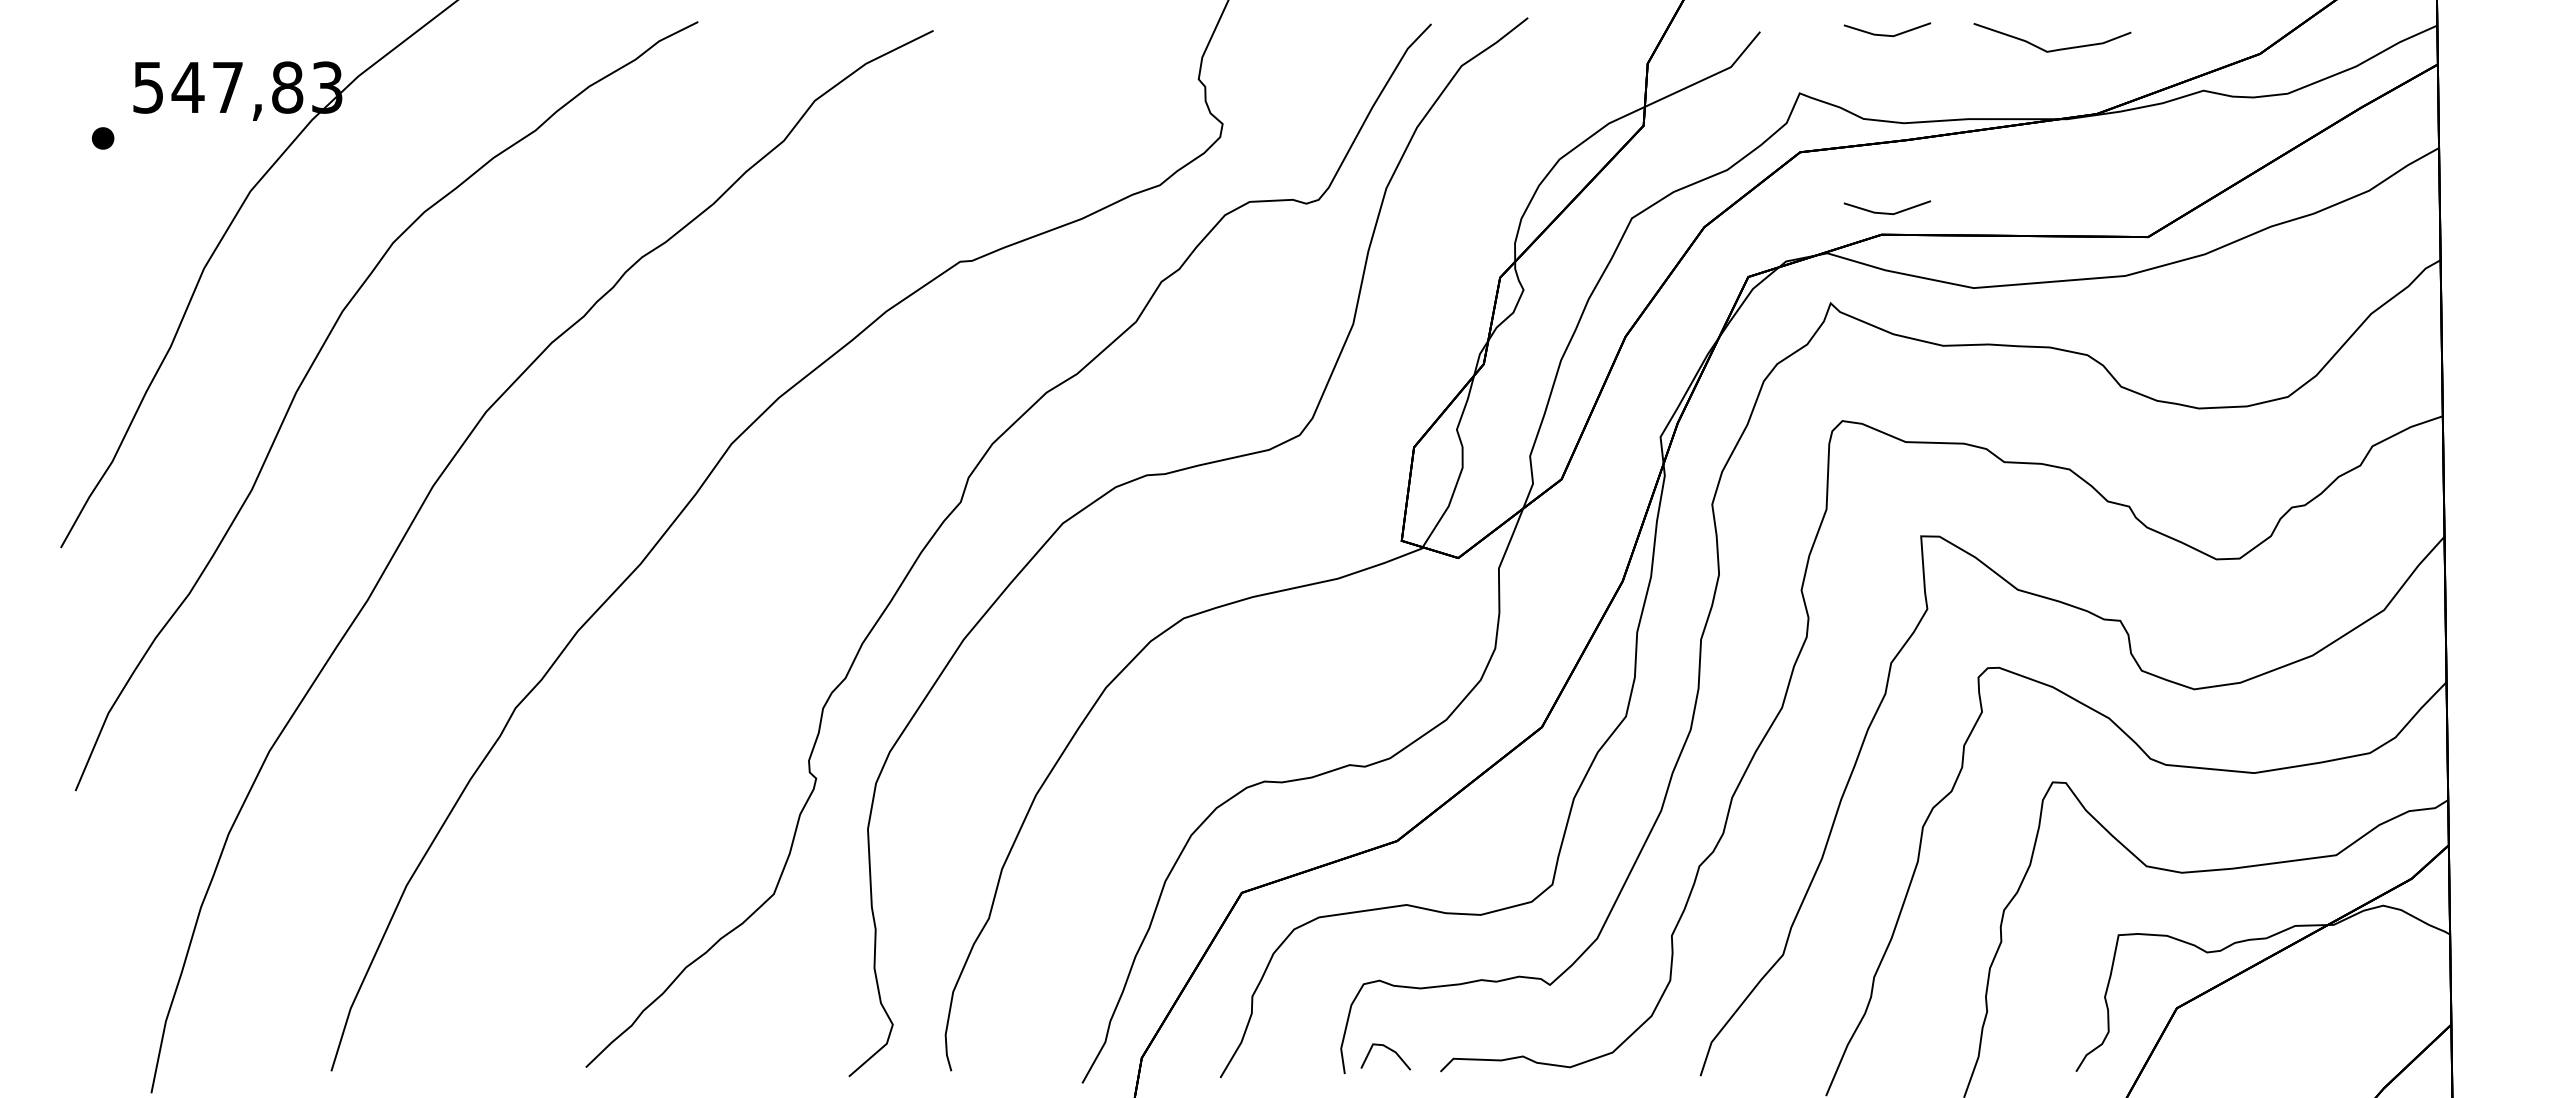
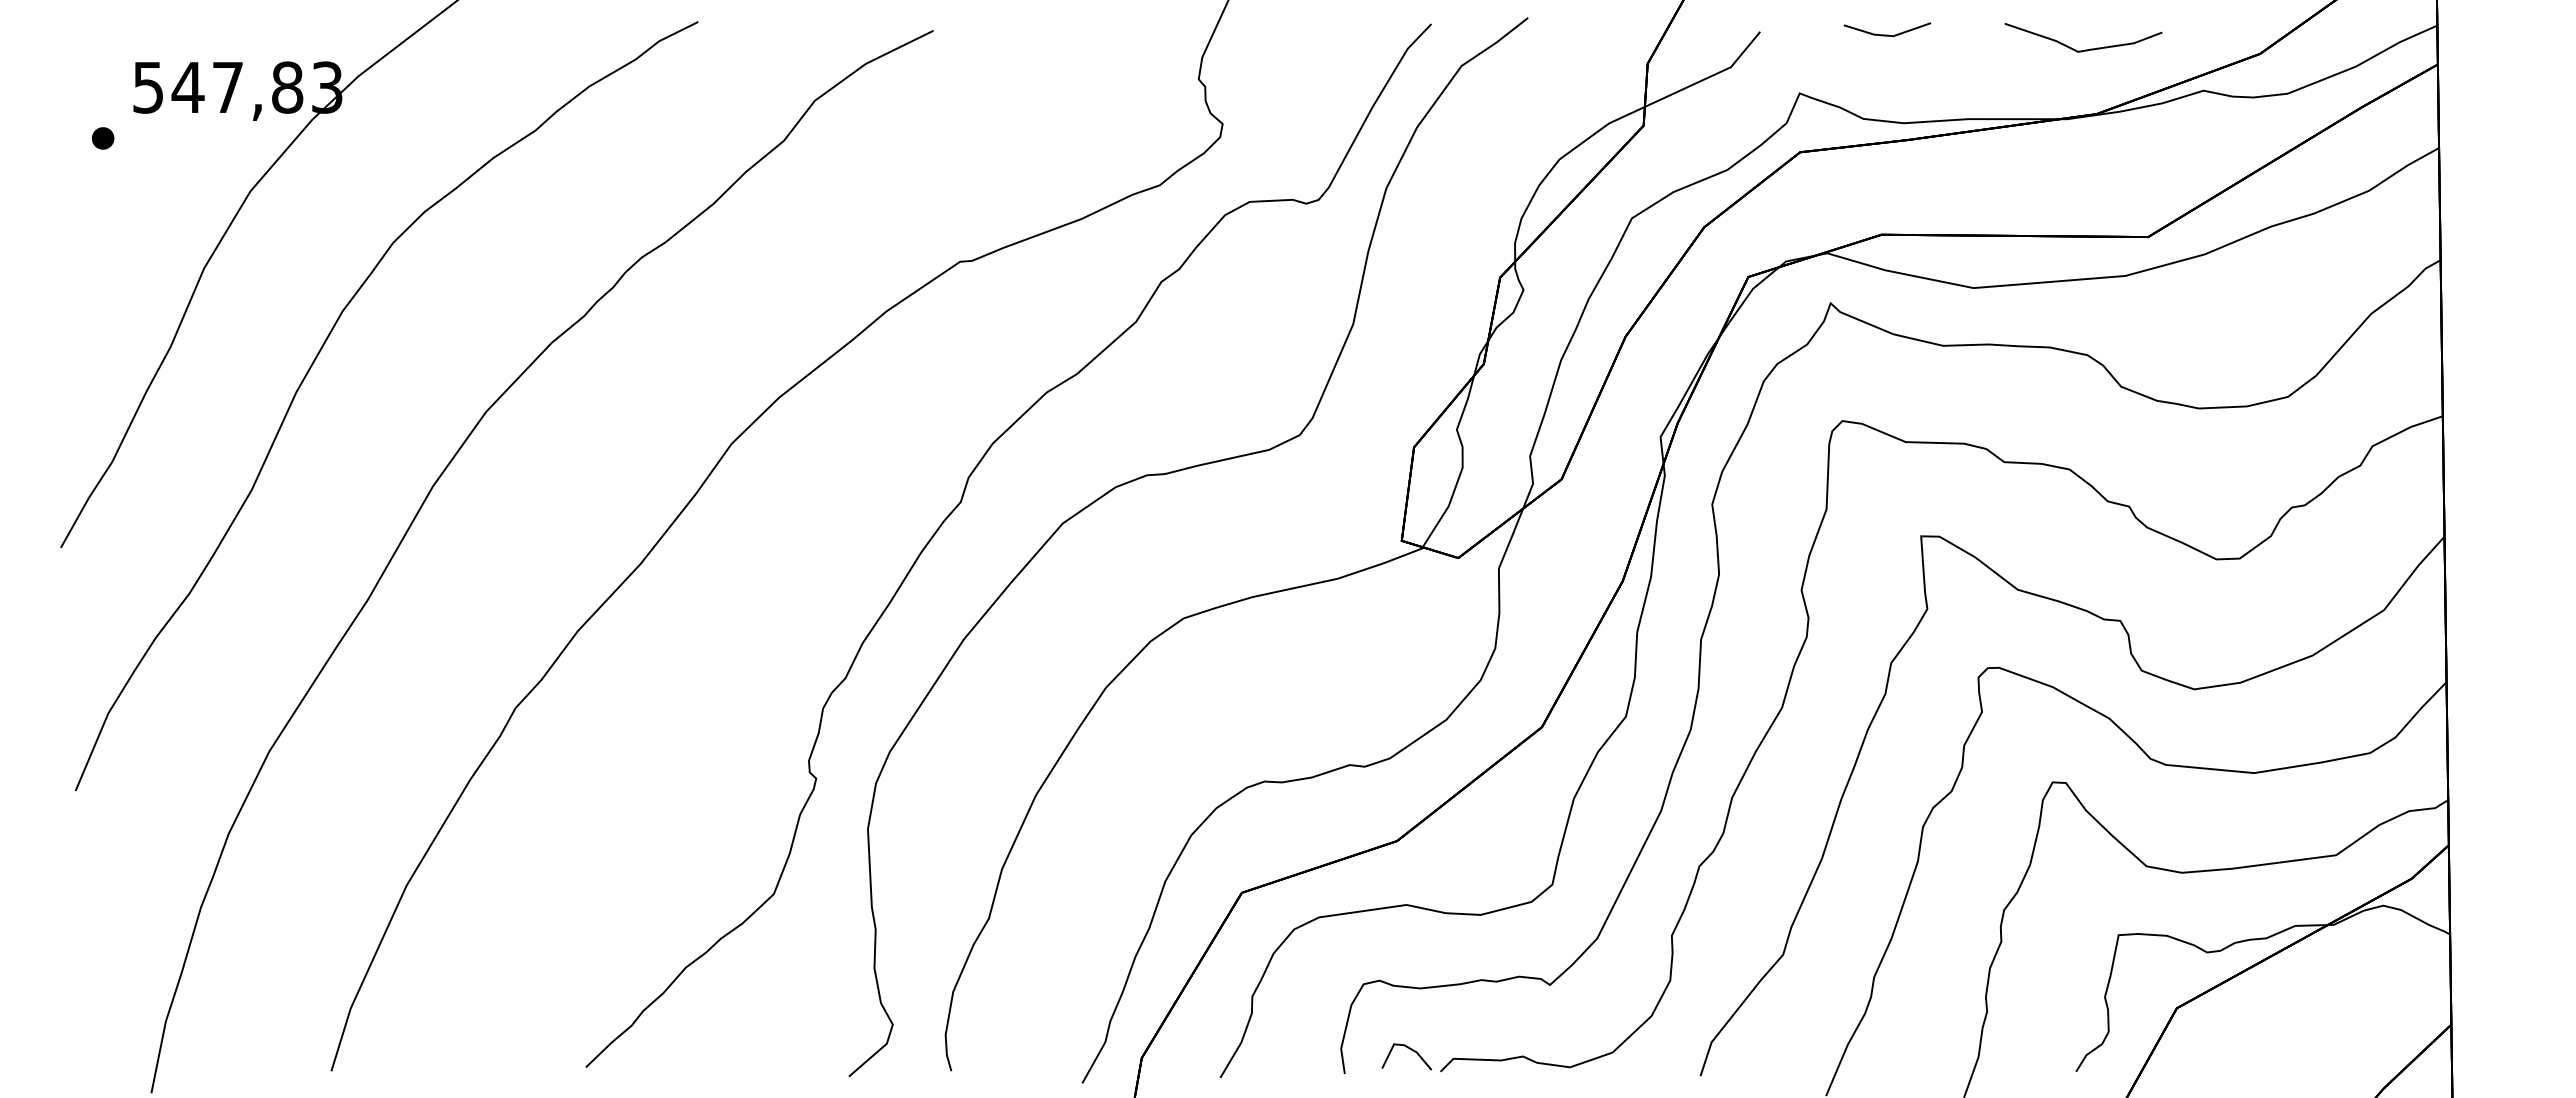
curve at (2053, 49) position: (2053, 49) -> (2084, 49)
line at (1887, 212): present -> none
line at (1388, 1049) position: (1388, 1049) -> (1409, 1049)
